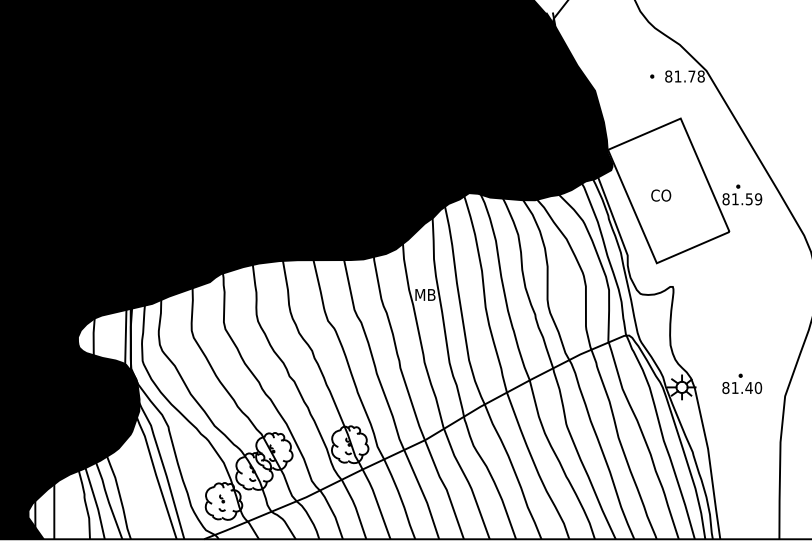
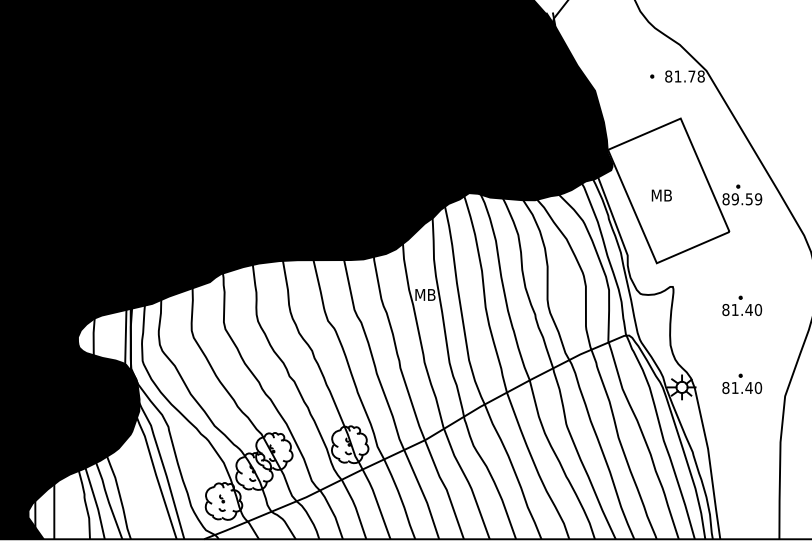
text at (661, 195): CO -> MB
text at (734, 199): 81.59 -> 89.59
part at (742, 305): none -> present
